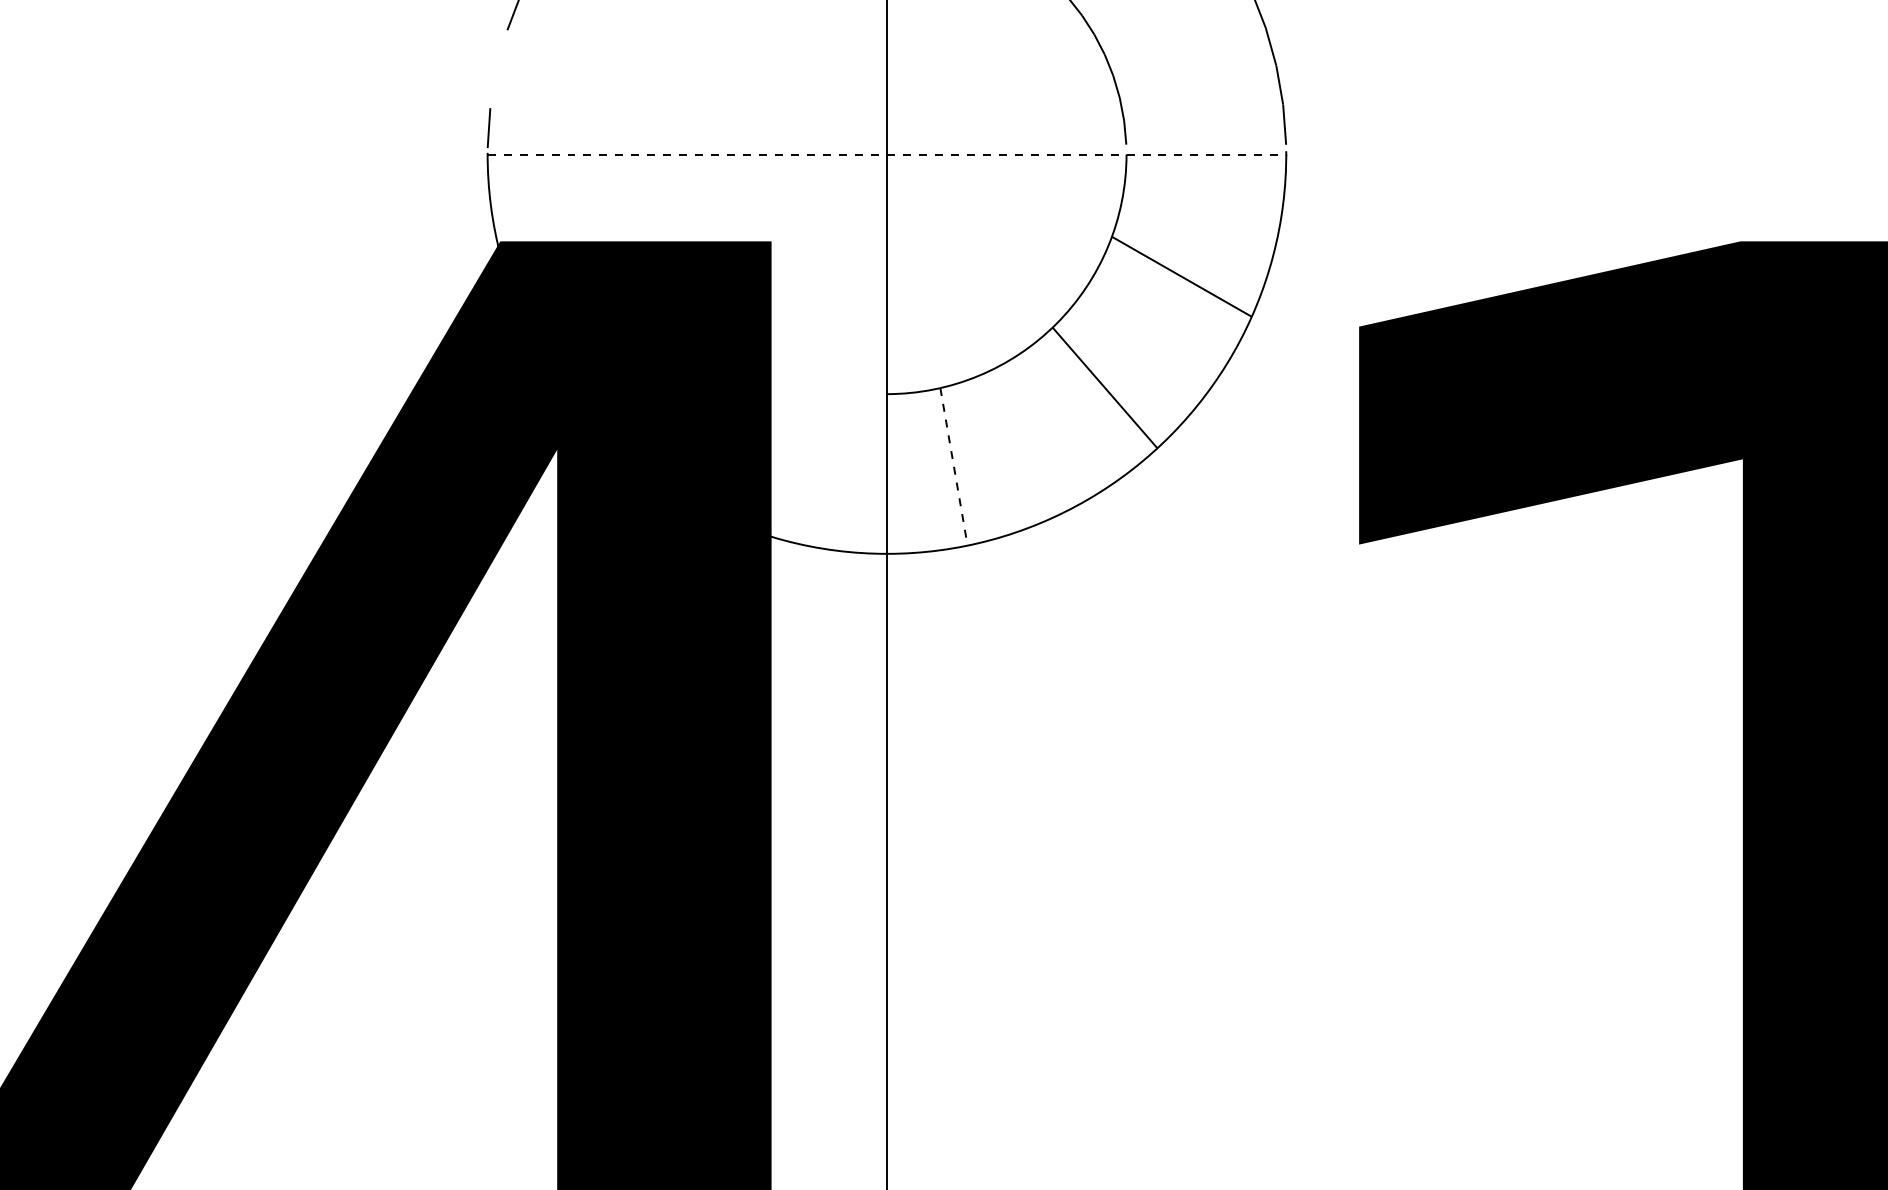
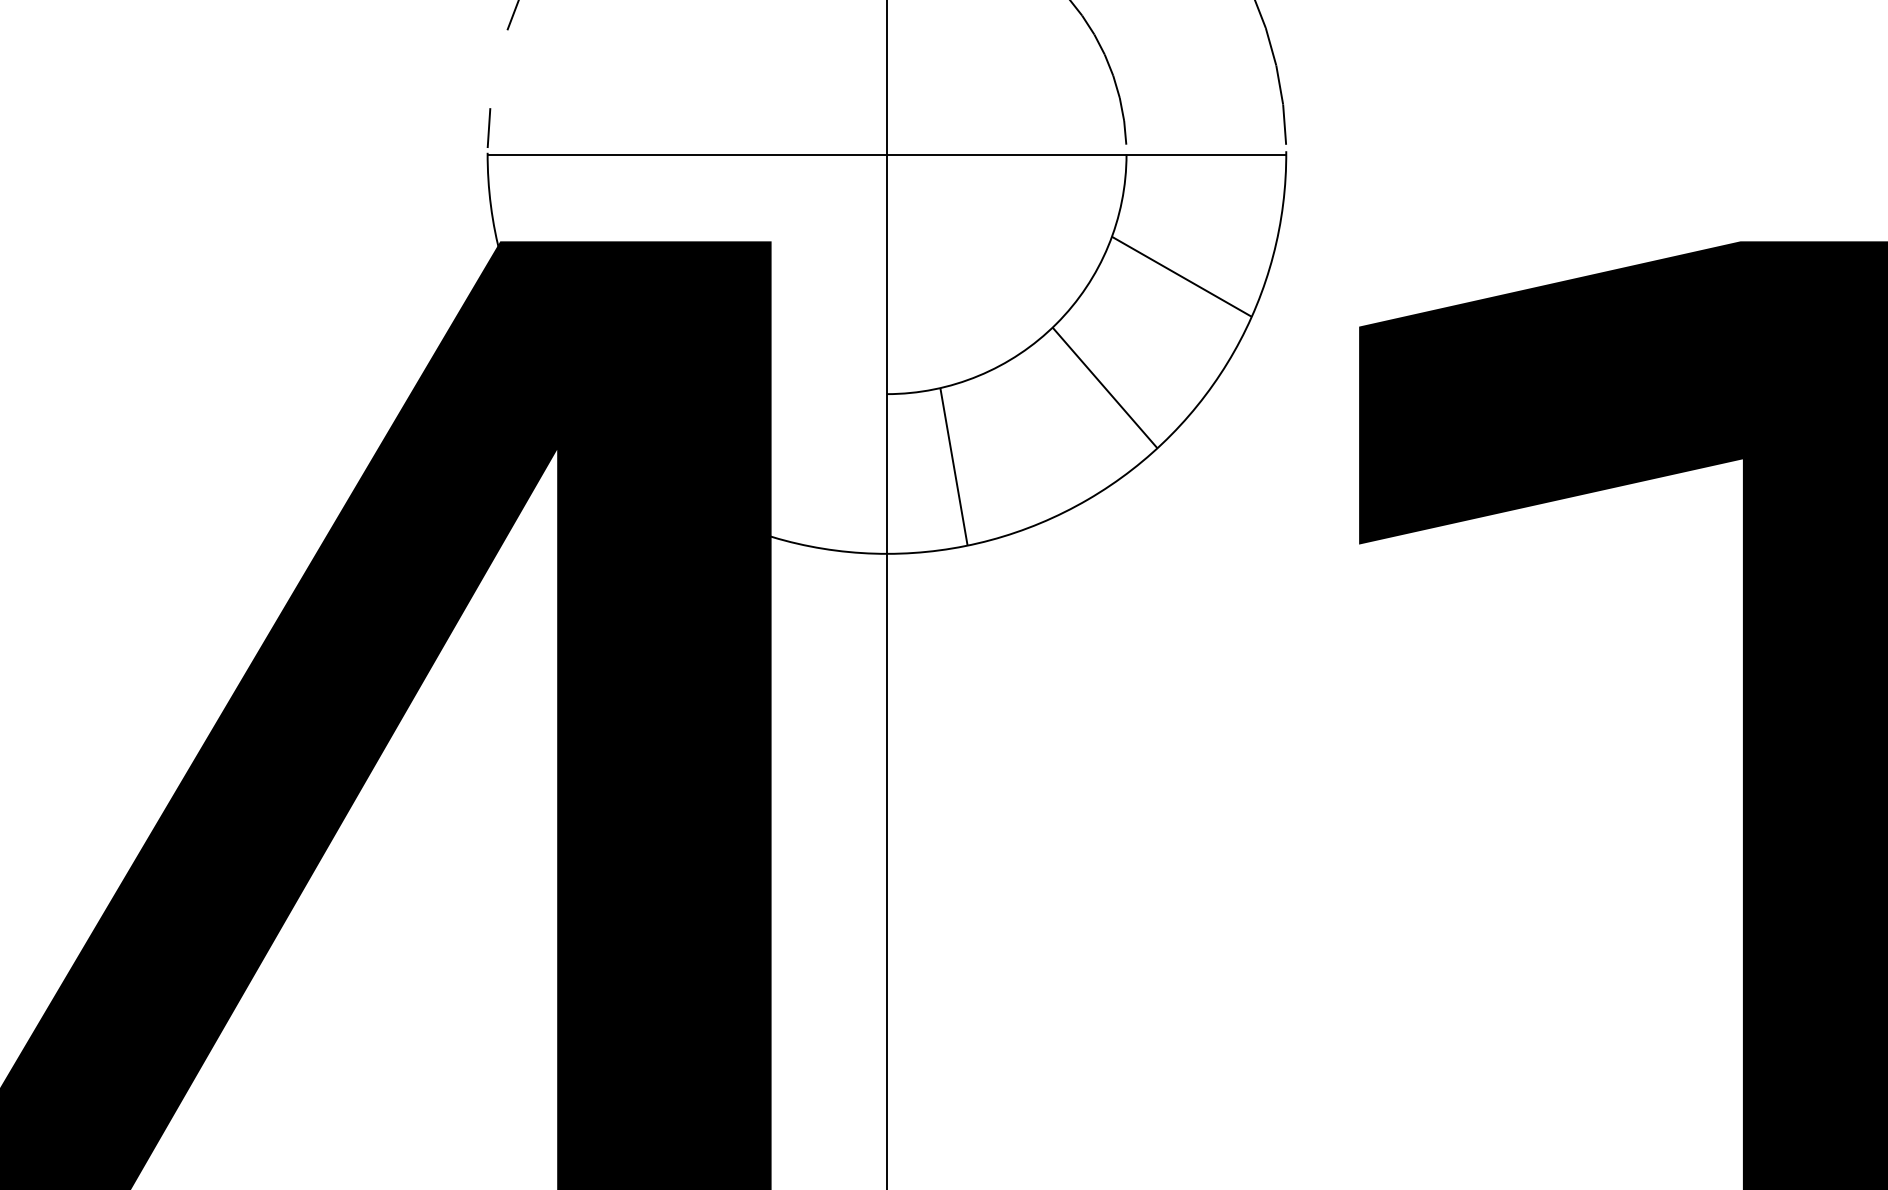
line at (887, 154): dashed -> solid
line at (954, 466): dashed -> solid
